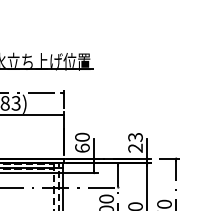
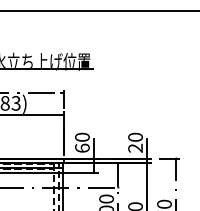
line at (99, 10): none -> present
text at (135, 136): 23 -> 20
